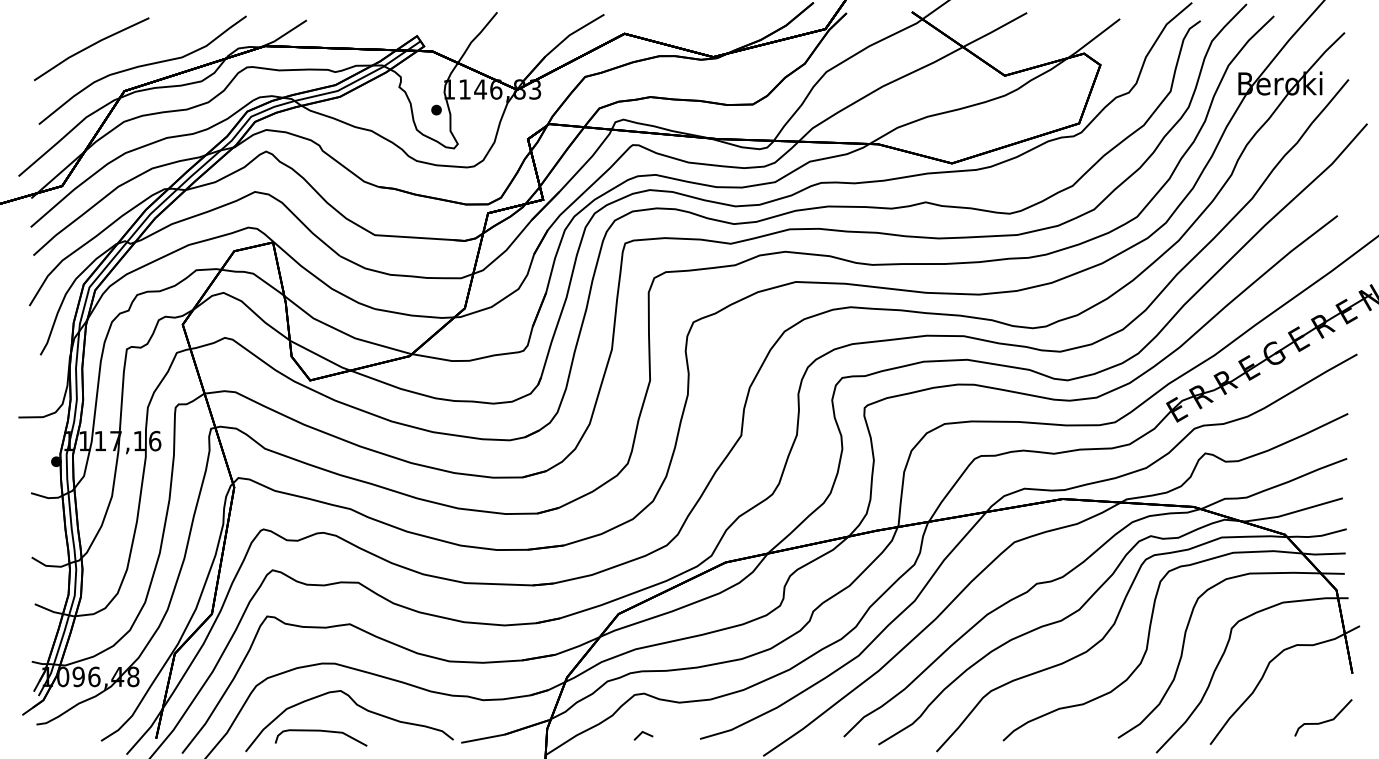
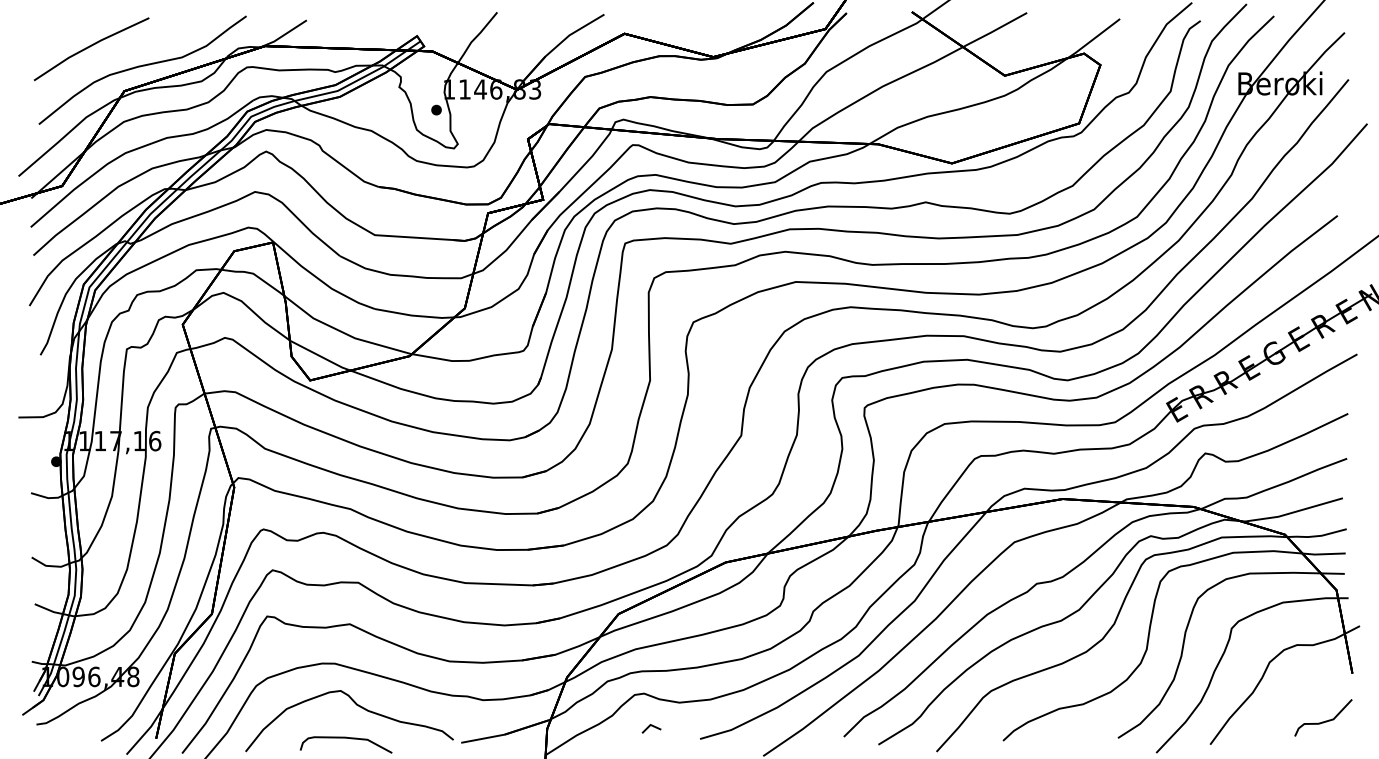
curve at (320, 731) position: (320, 731) -> (345, 738)
line at (643, 733) position: (643, 733) -> (651, 726)
